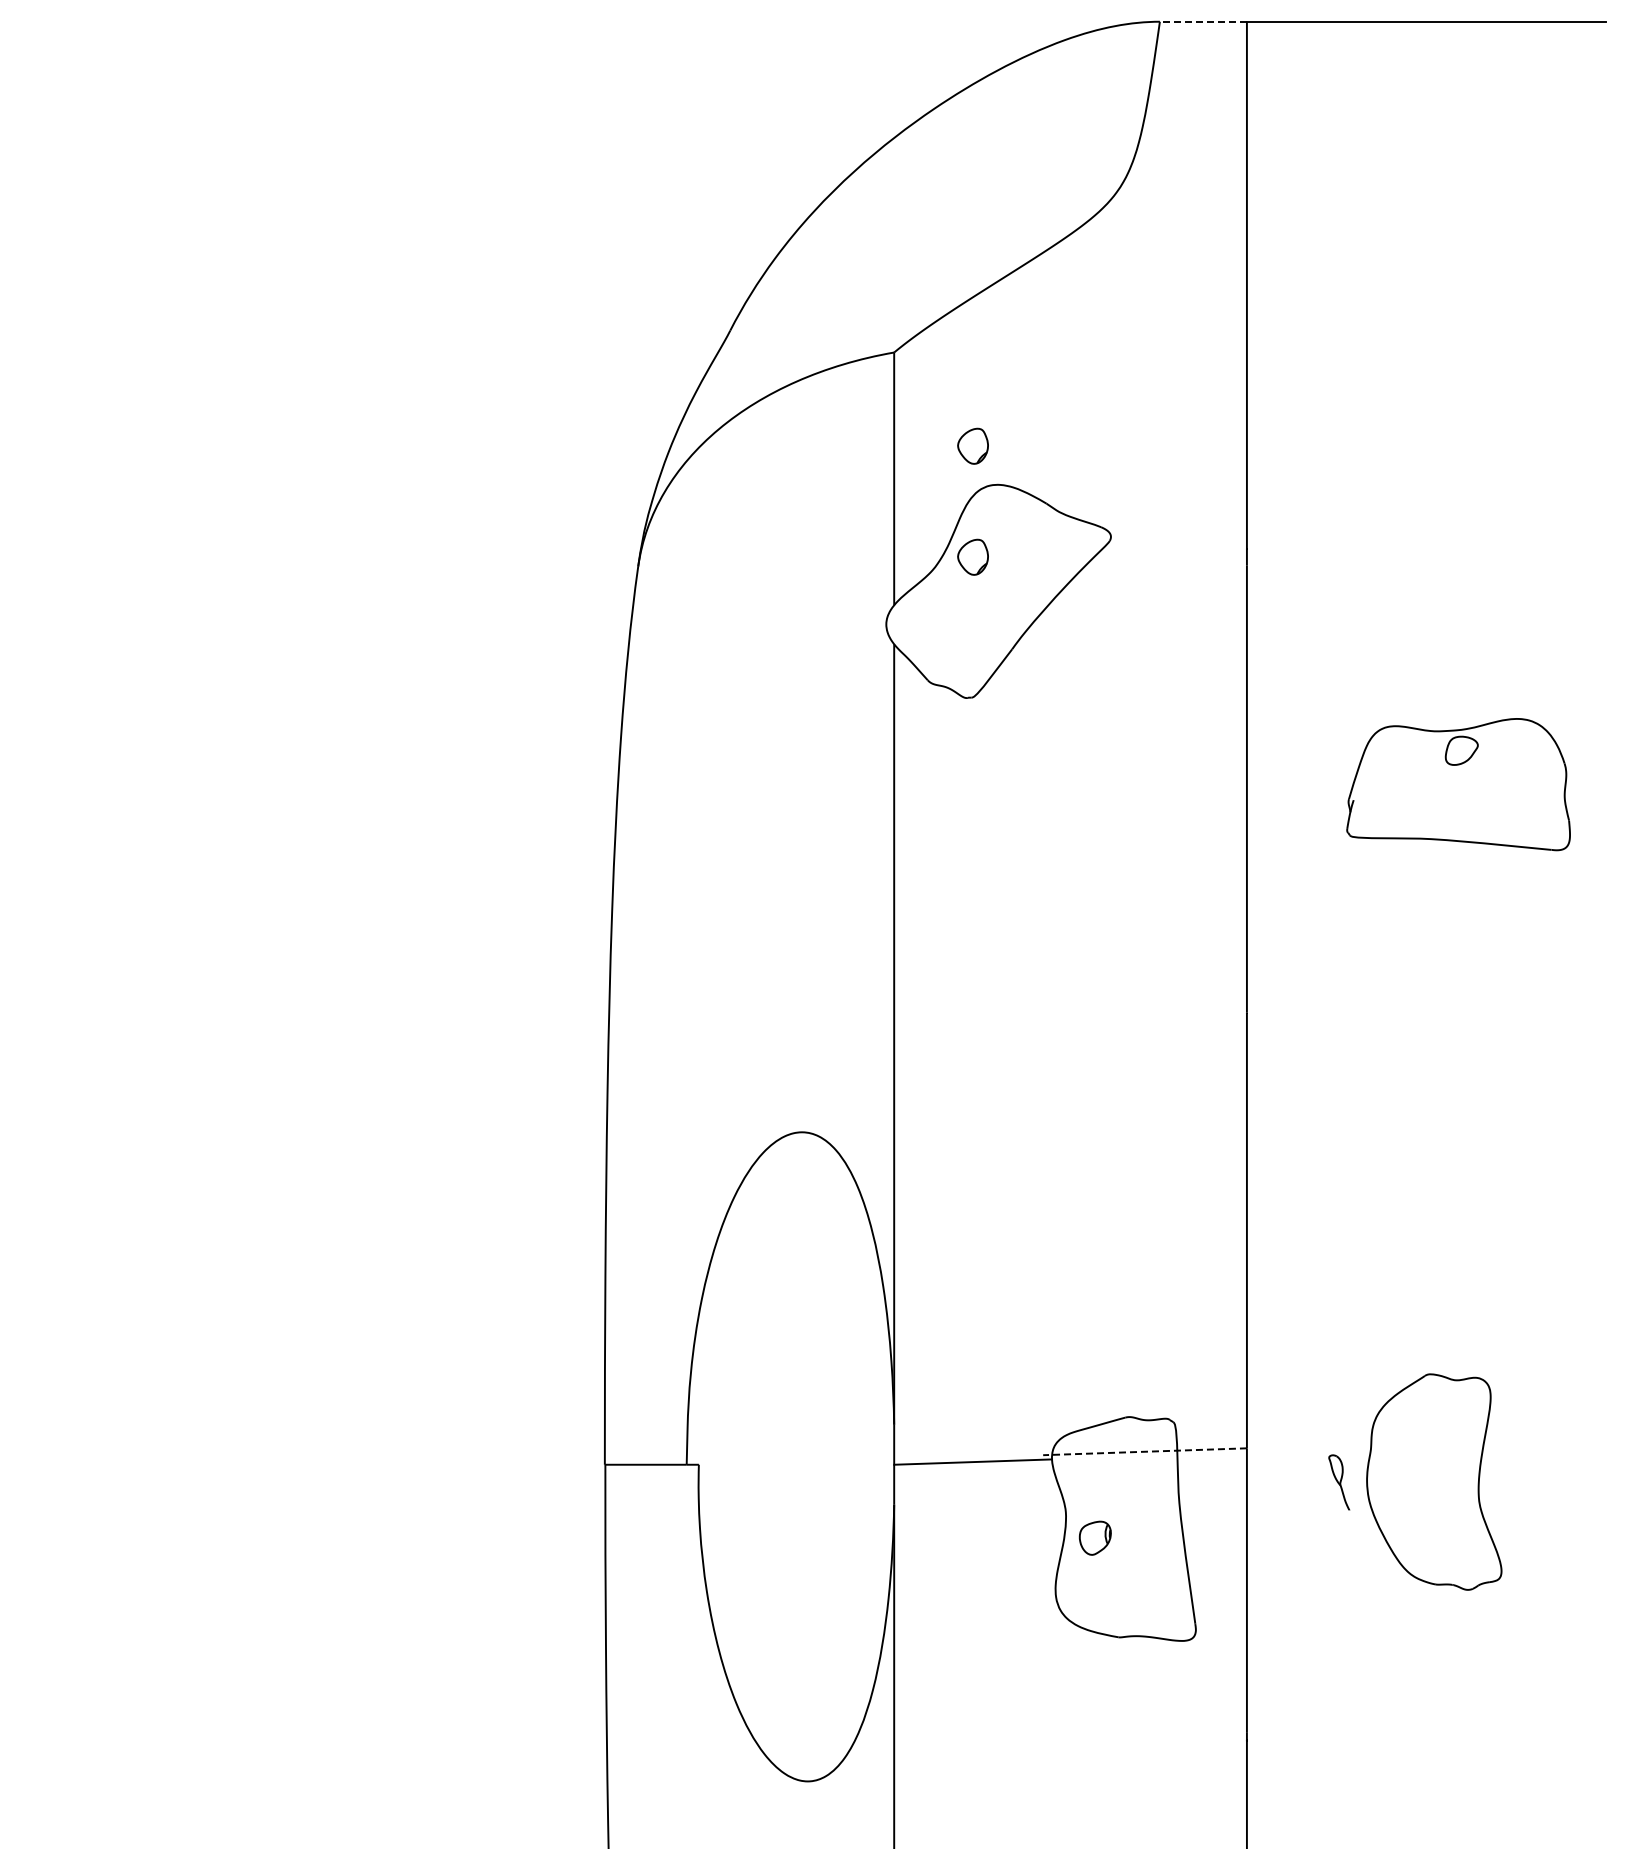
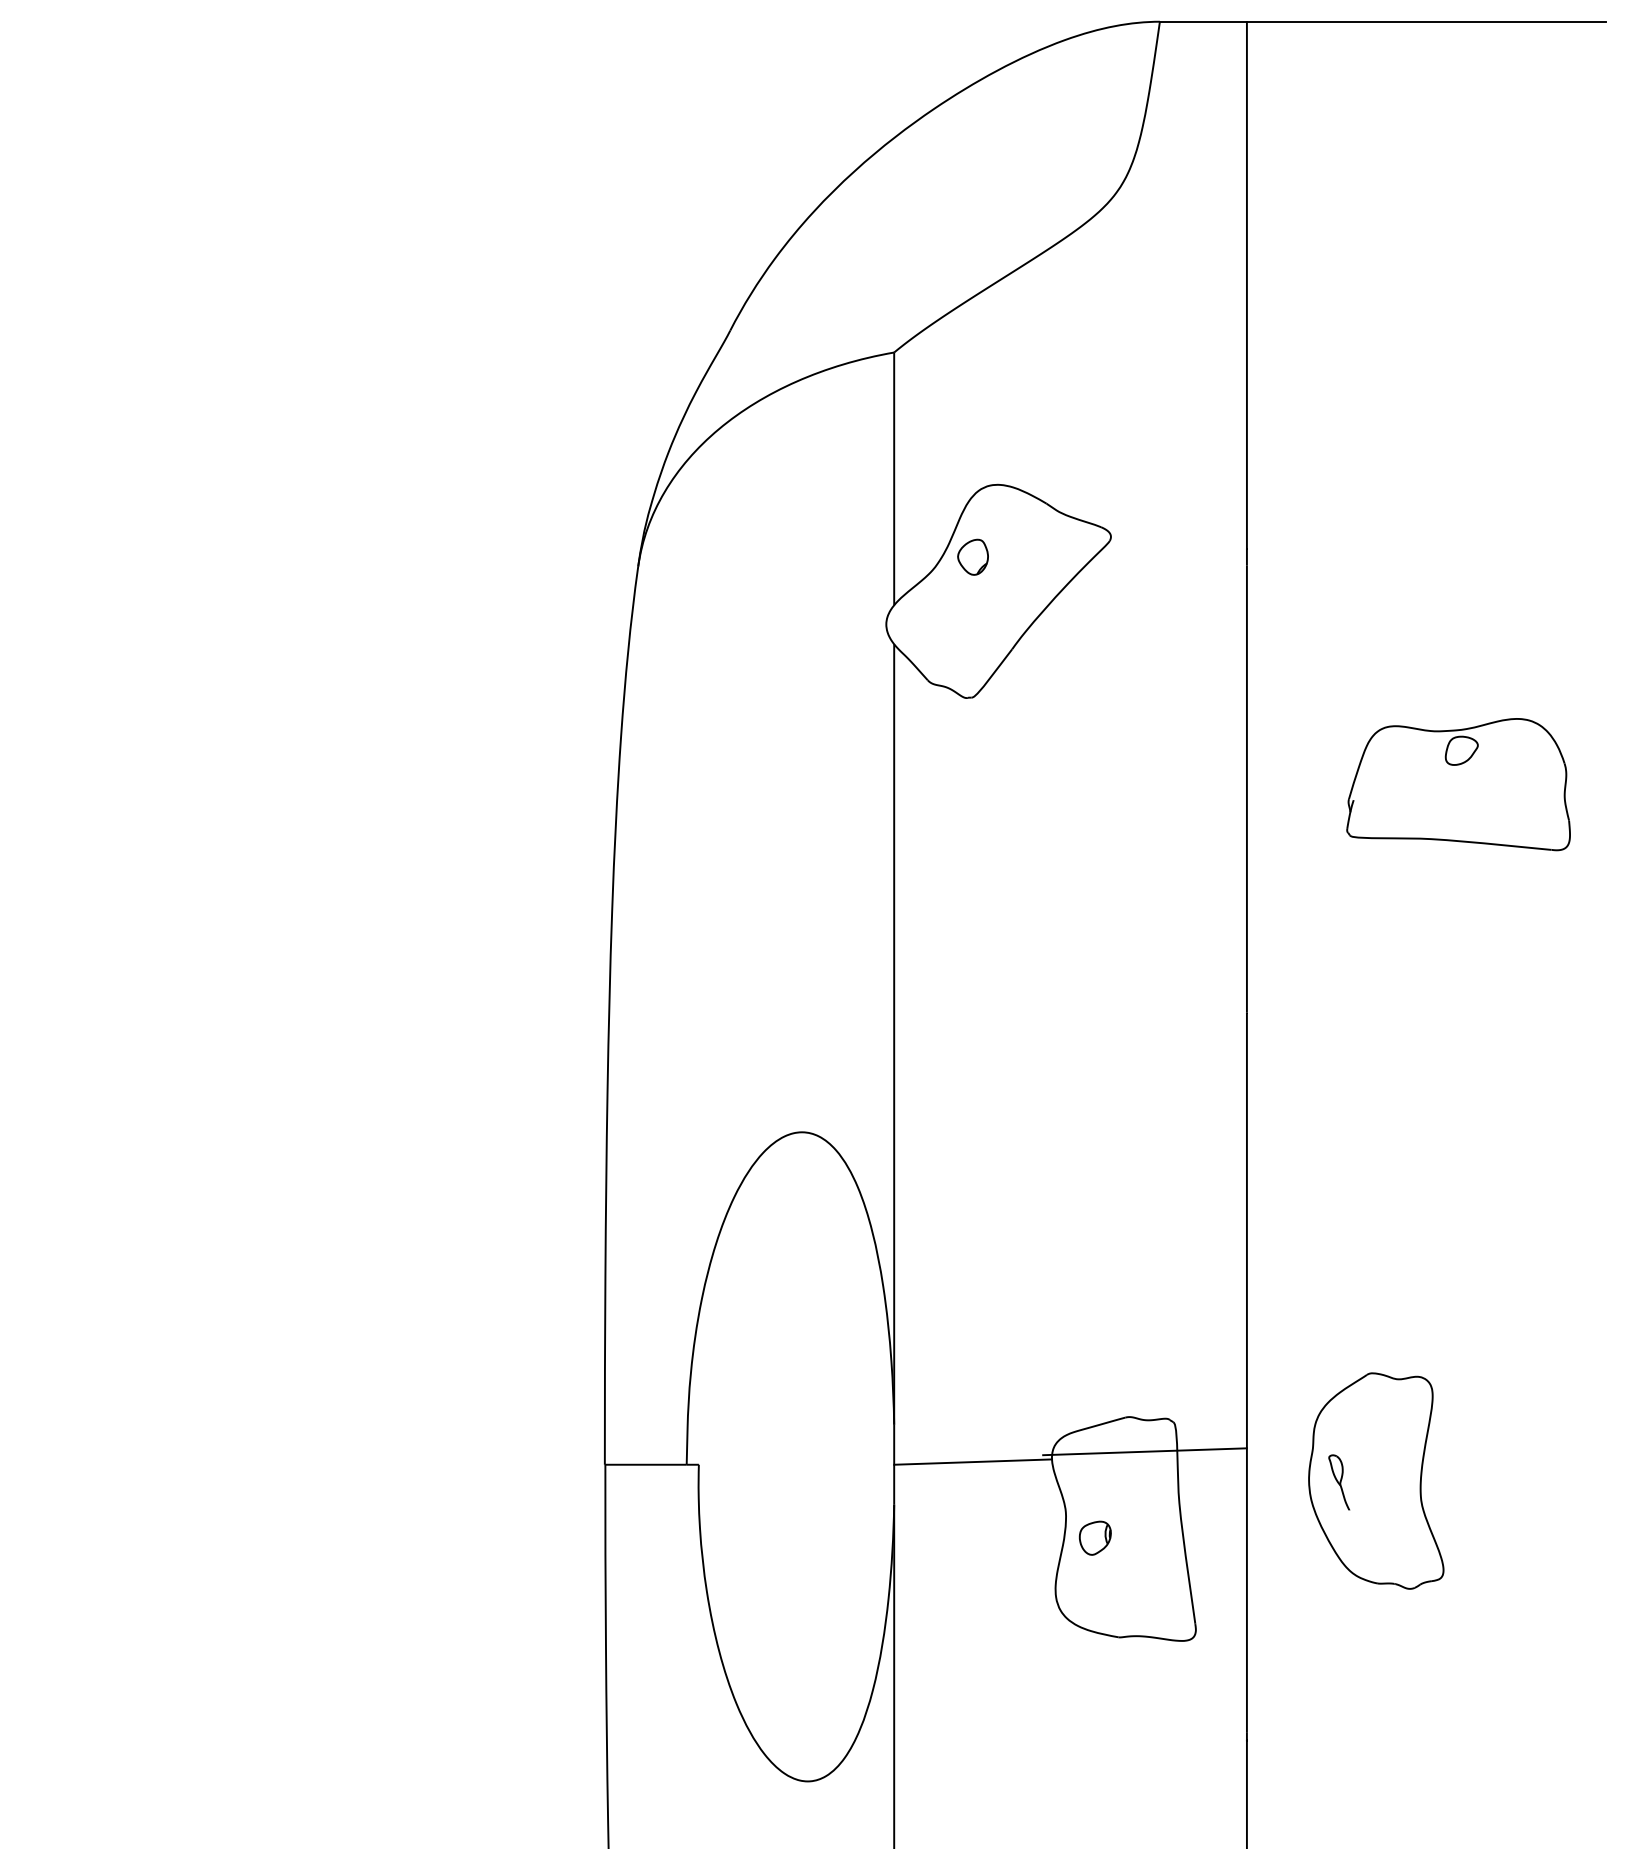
line at (1203, 21): dashed -> solid
part at (972, 445): present -> none
line at (1145, 1451): dashed -> solid
part at (1434, 1481) position: (1434, 1481) -> (1376, 1480)
